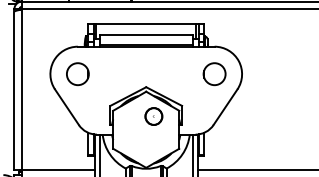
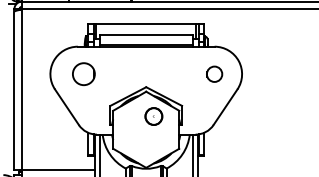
part at (77, 74) position: (77, 74) -> (83, 74)
part at (214, 74) size: 25x25 px -> 18x18 px
line at (256, 169): present -> none
